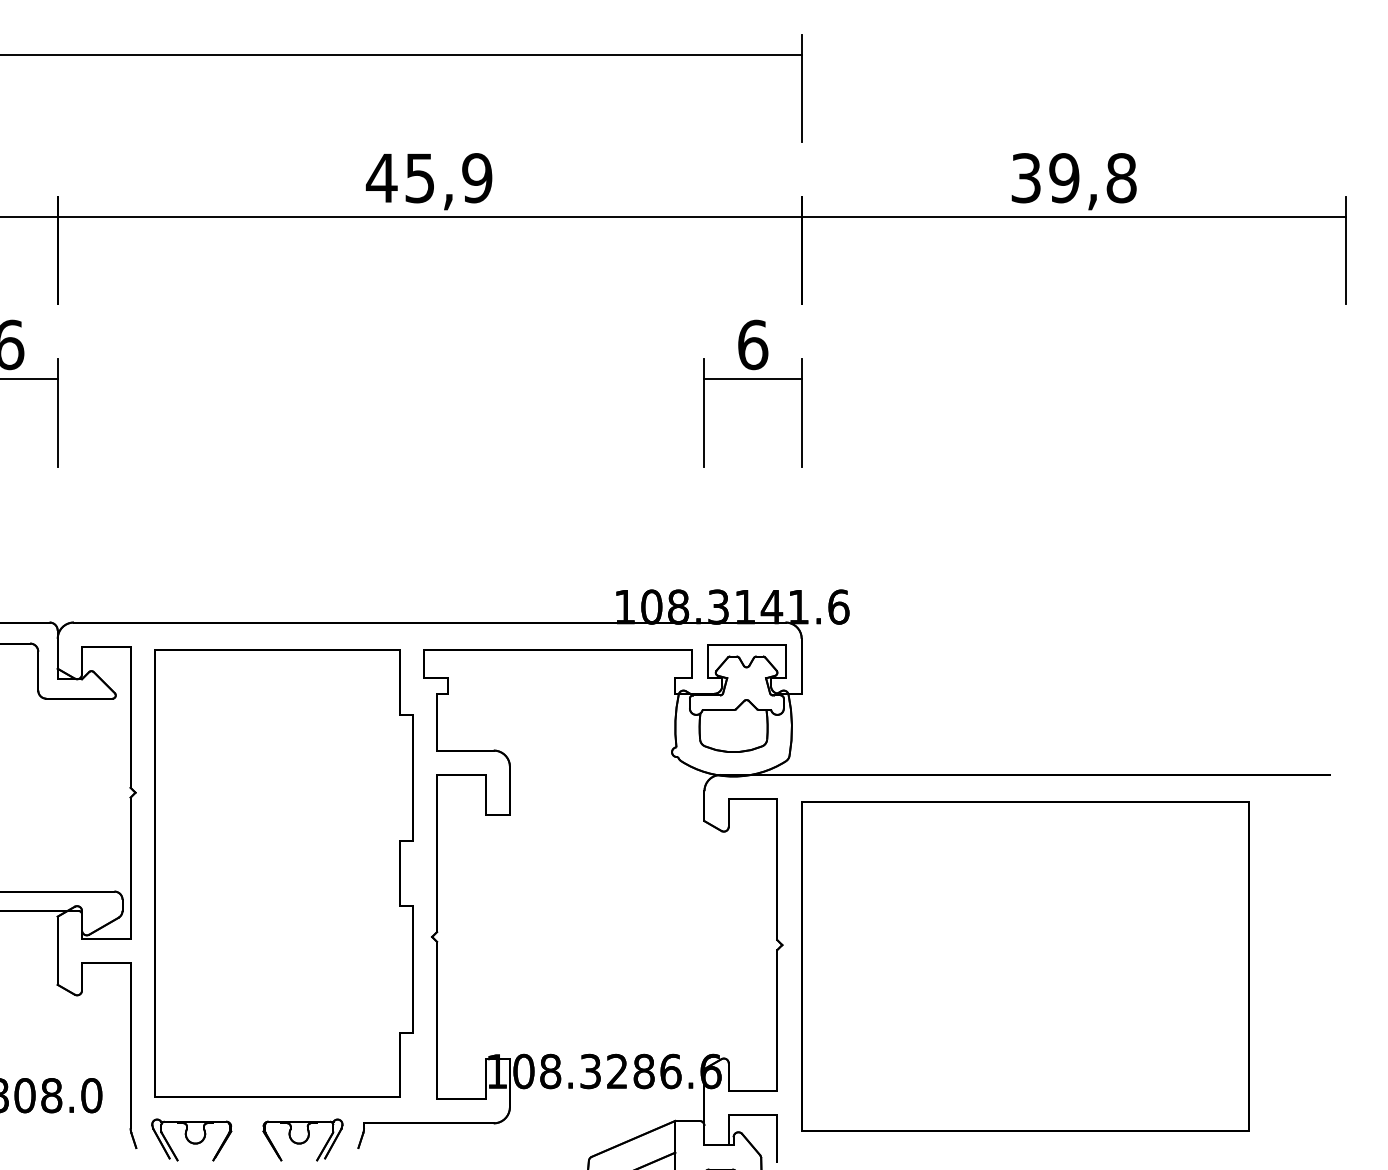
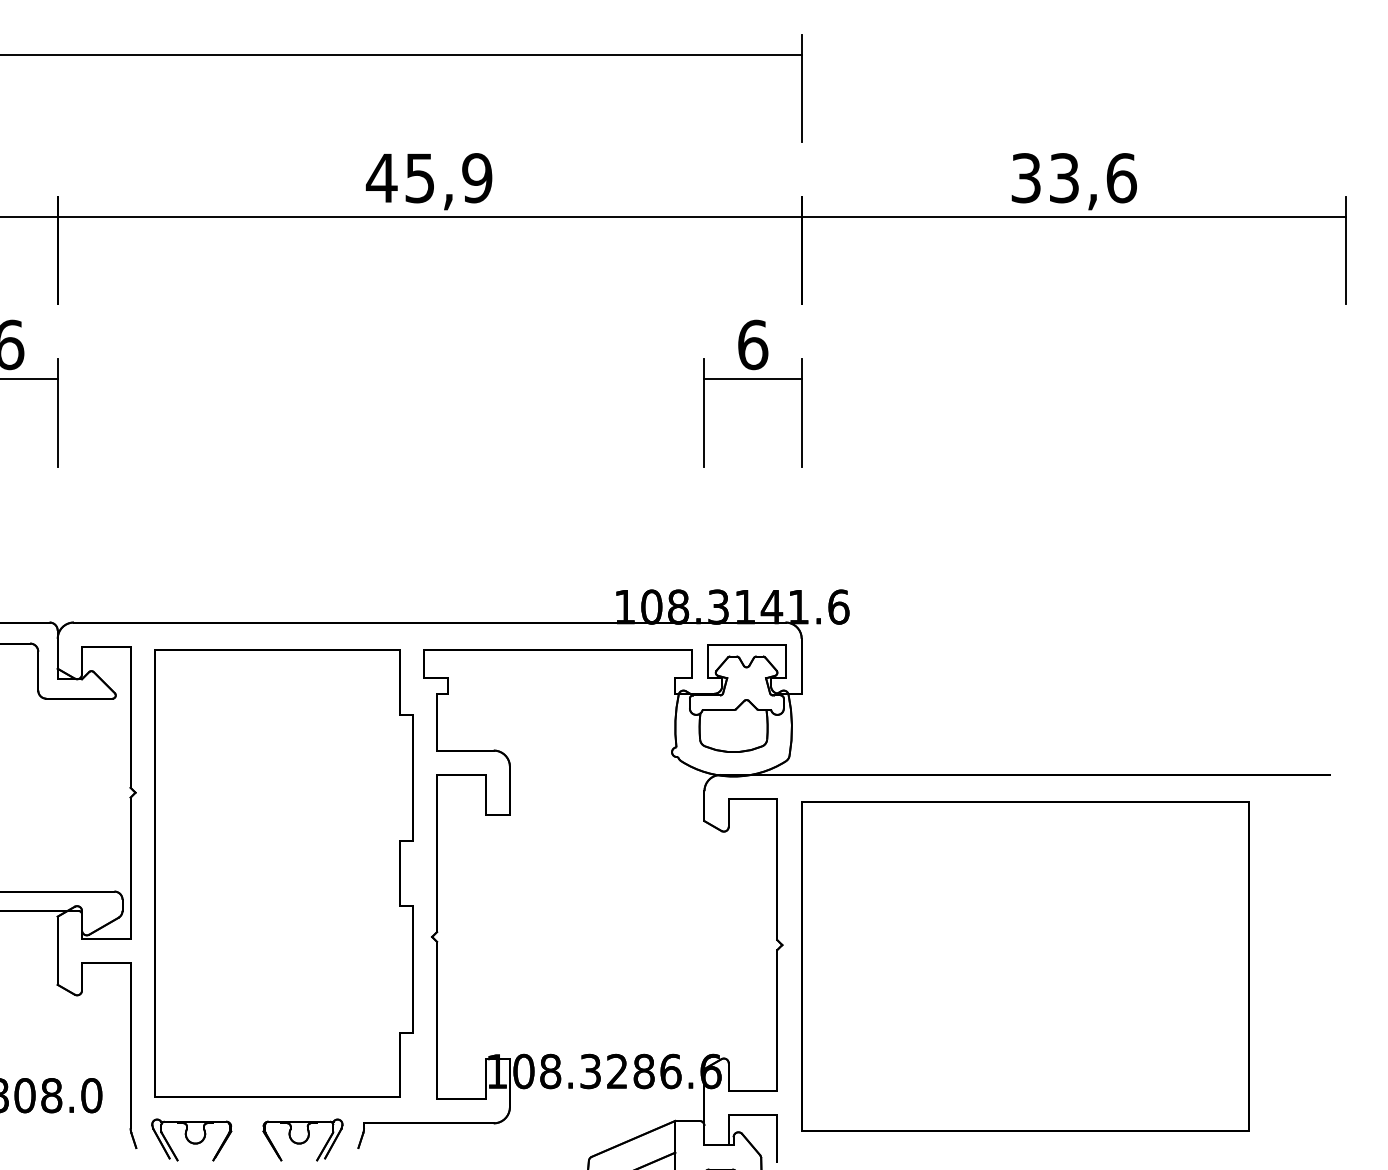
text at (1092, 178): 39,8 -> 33,6
